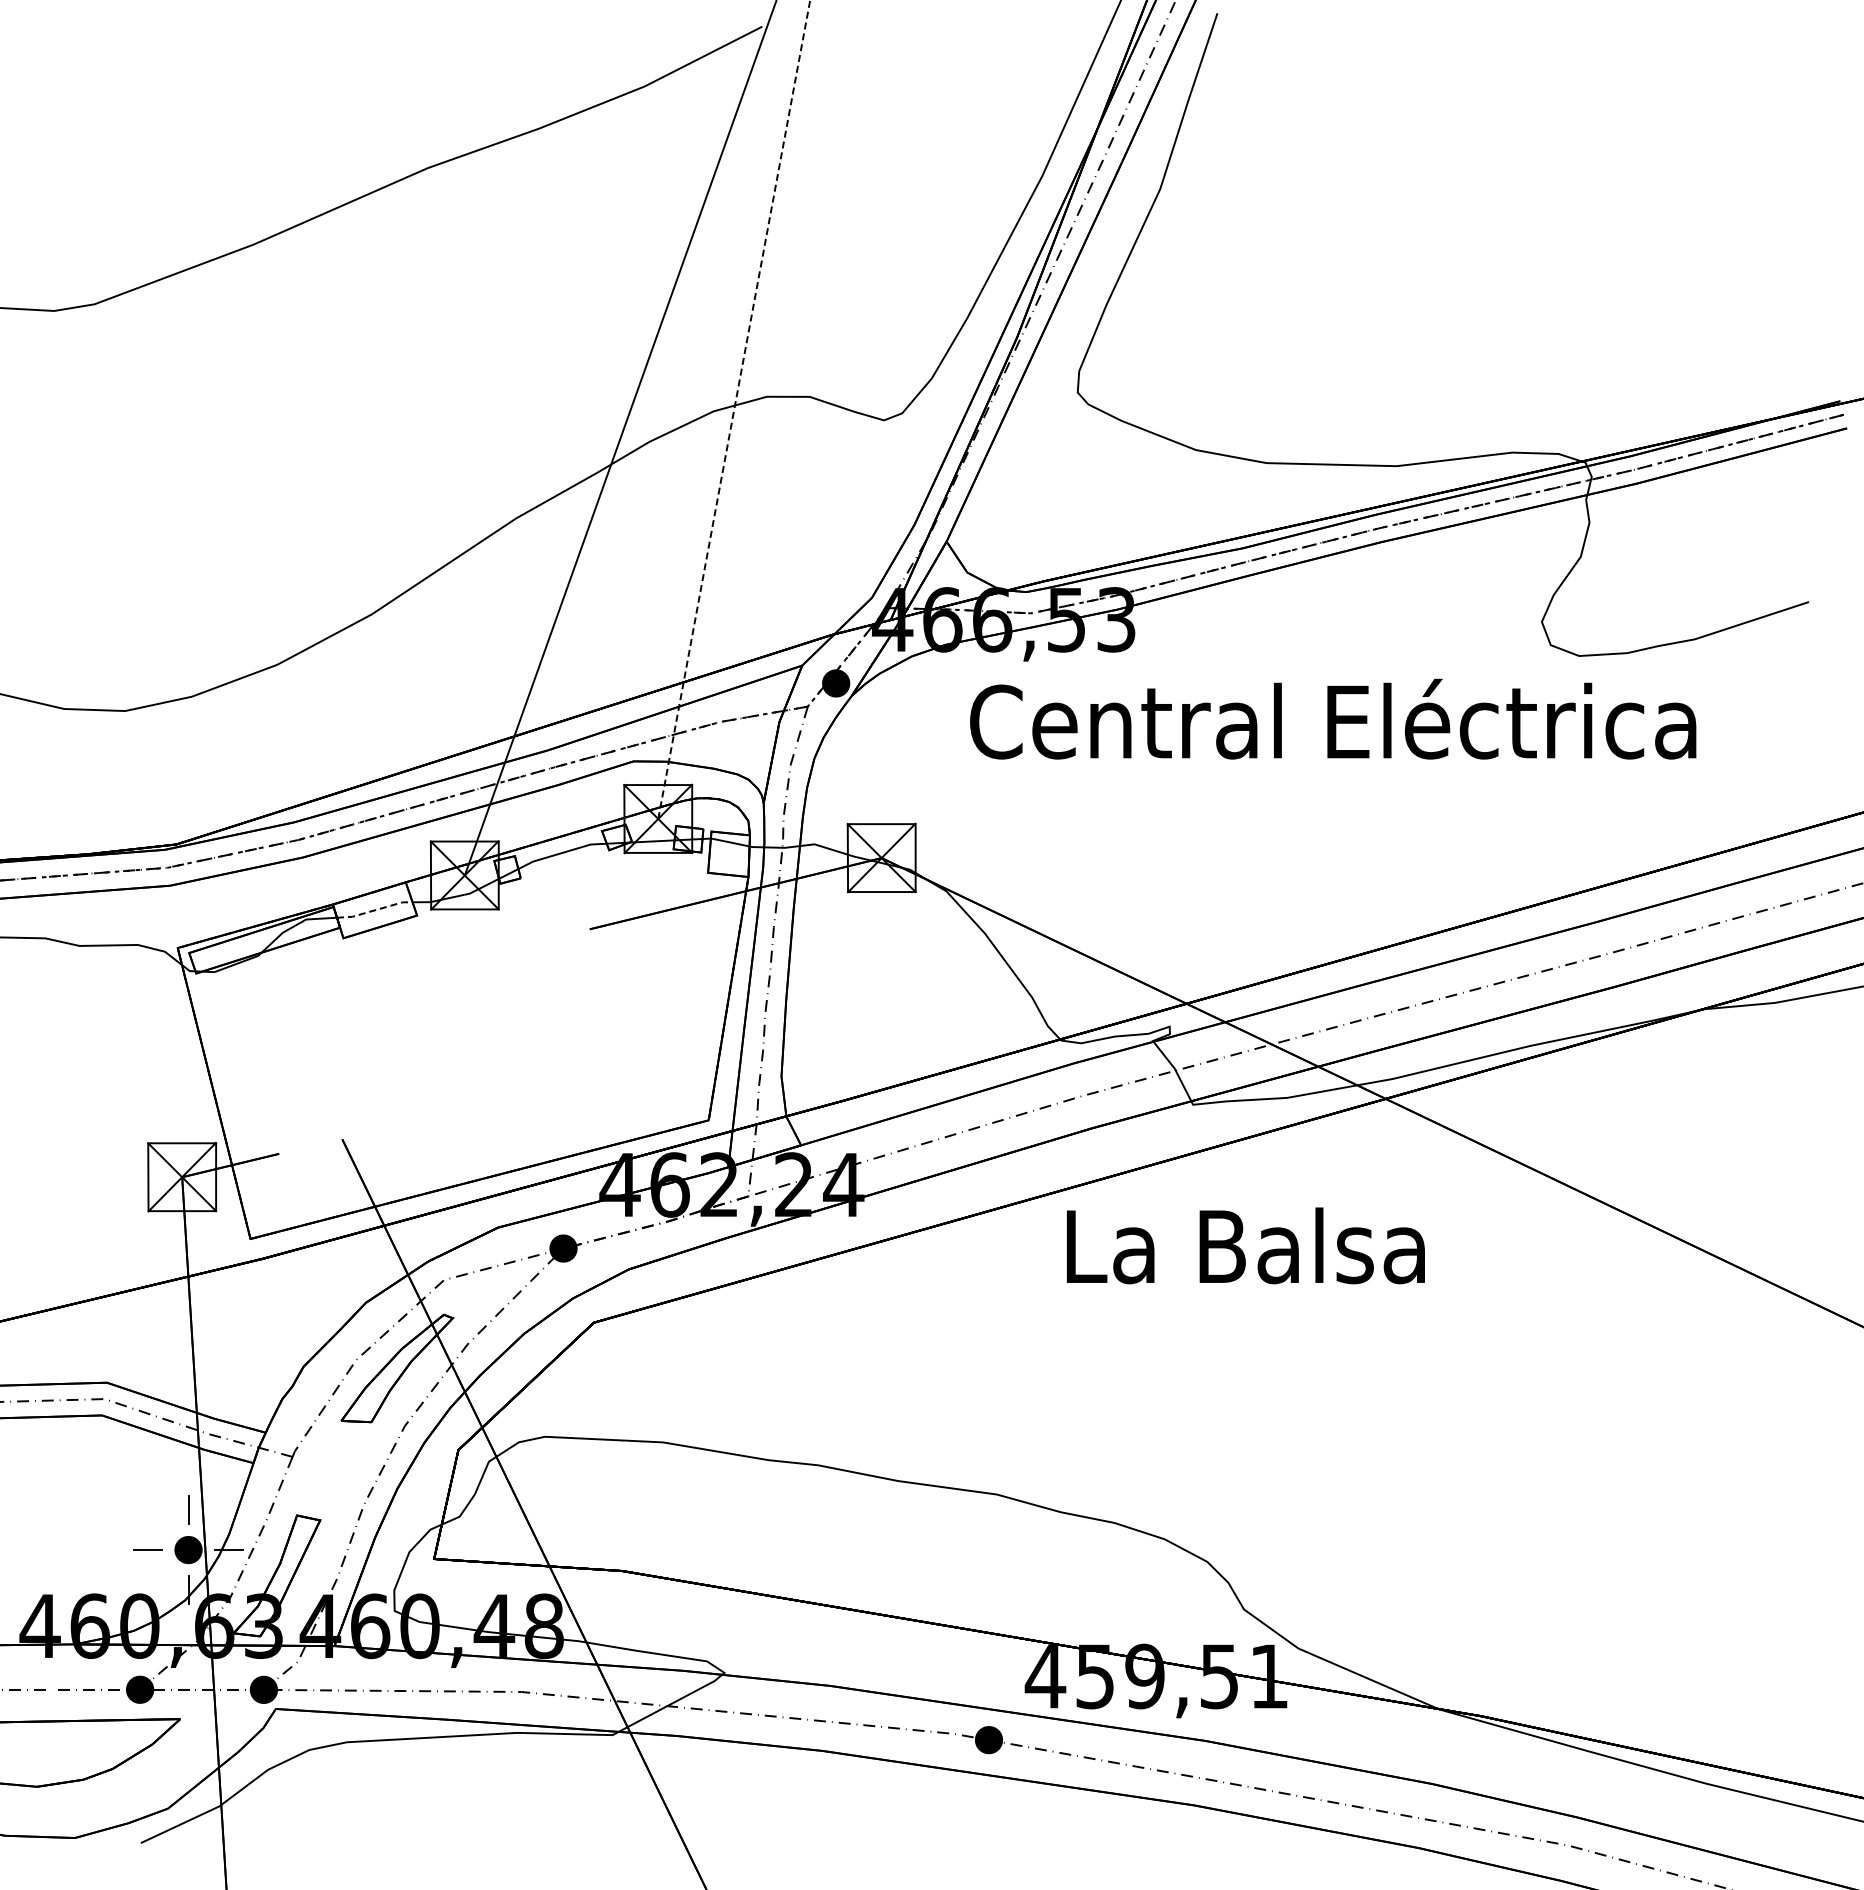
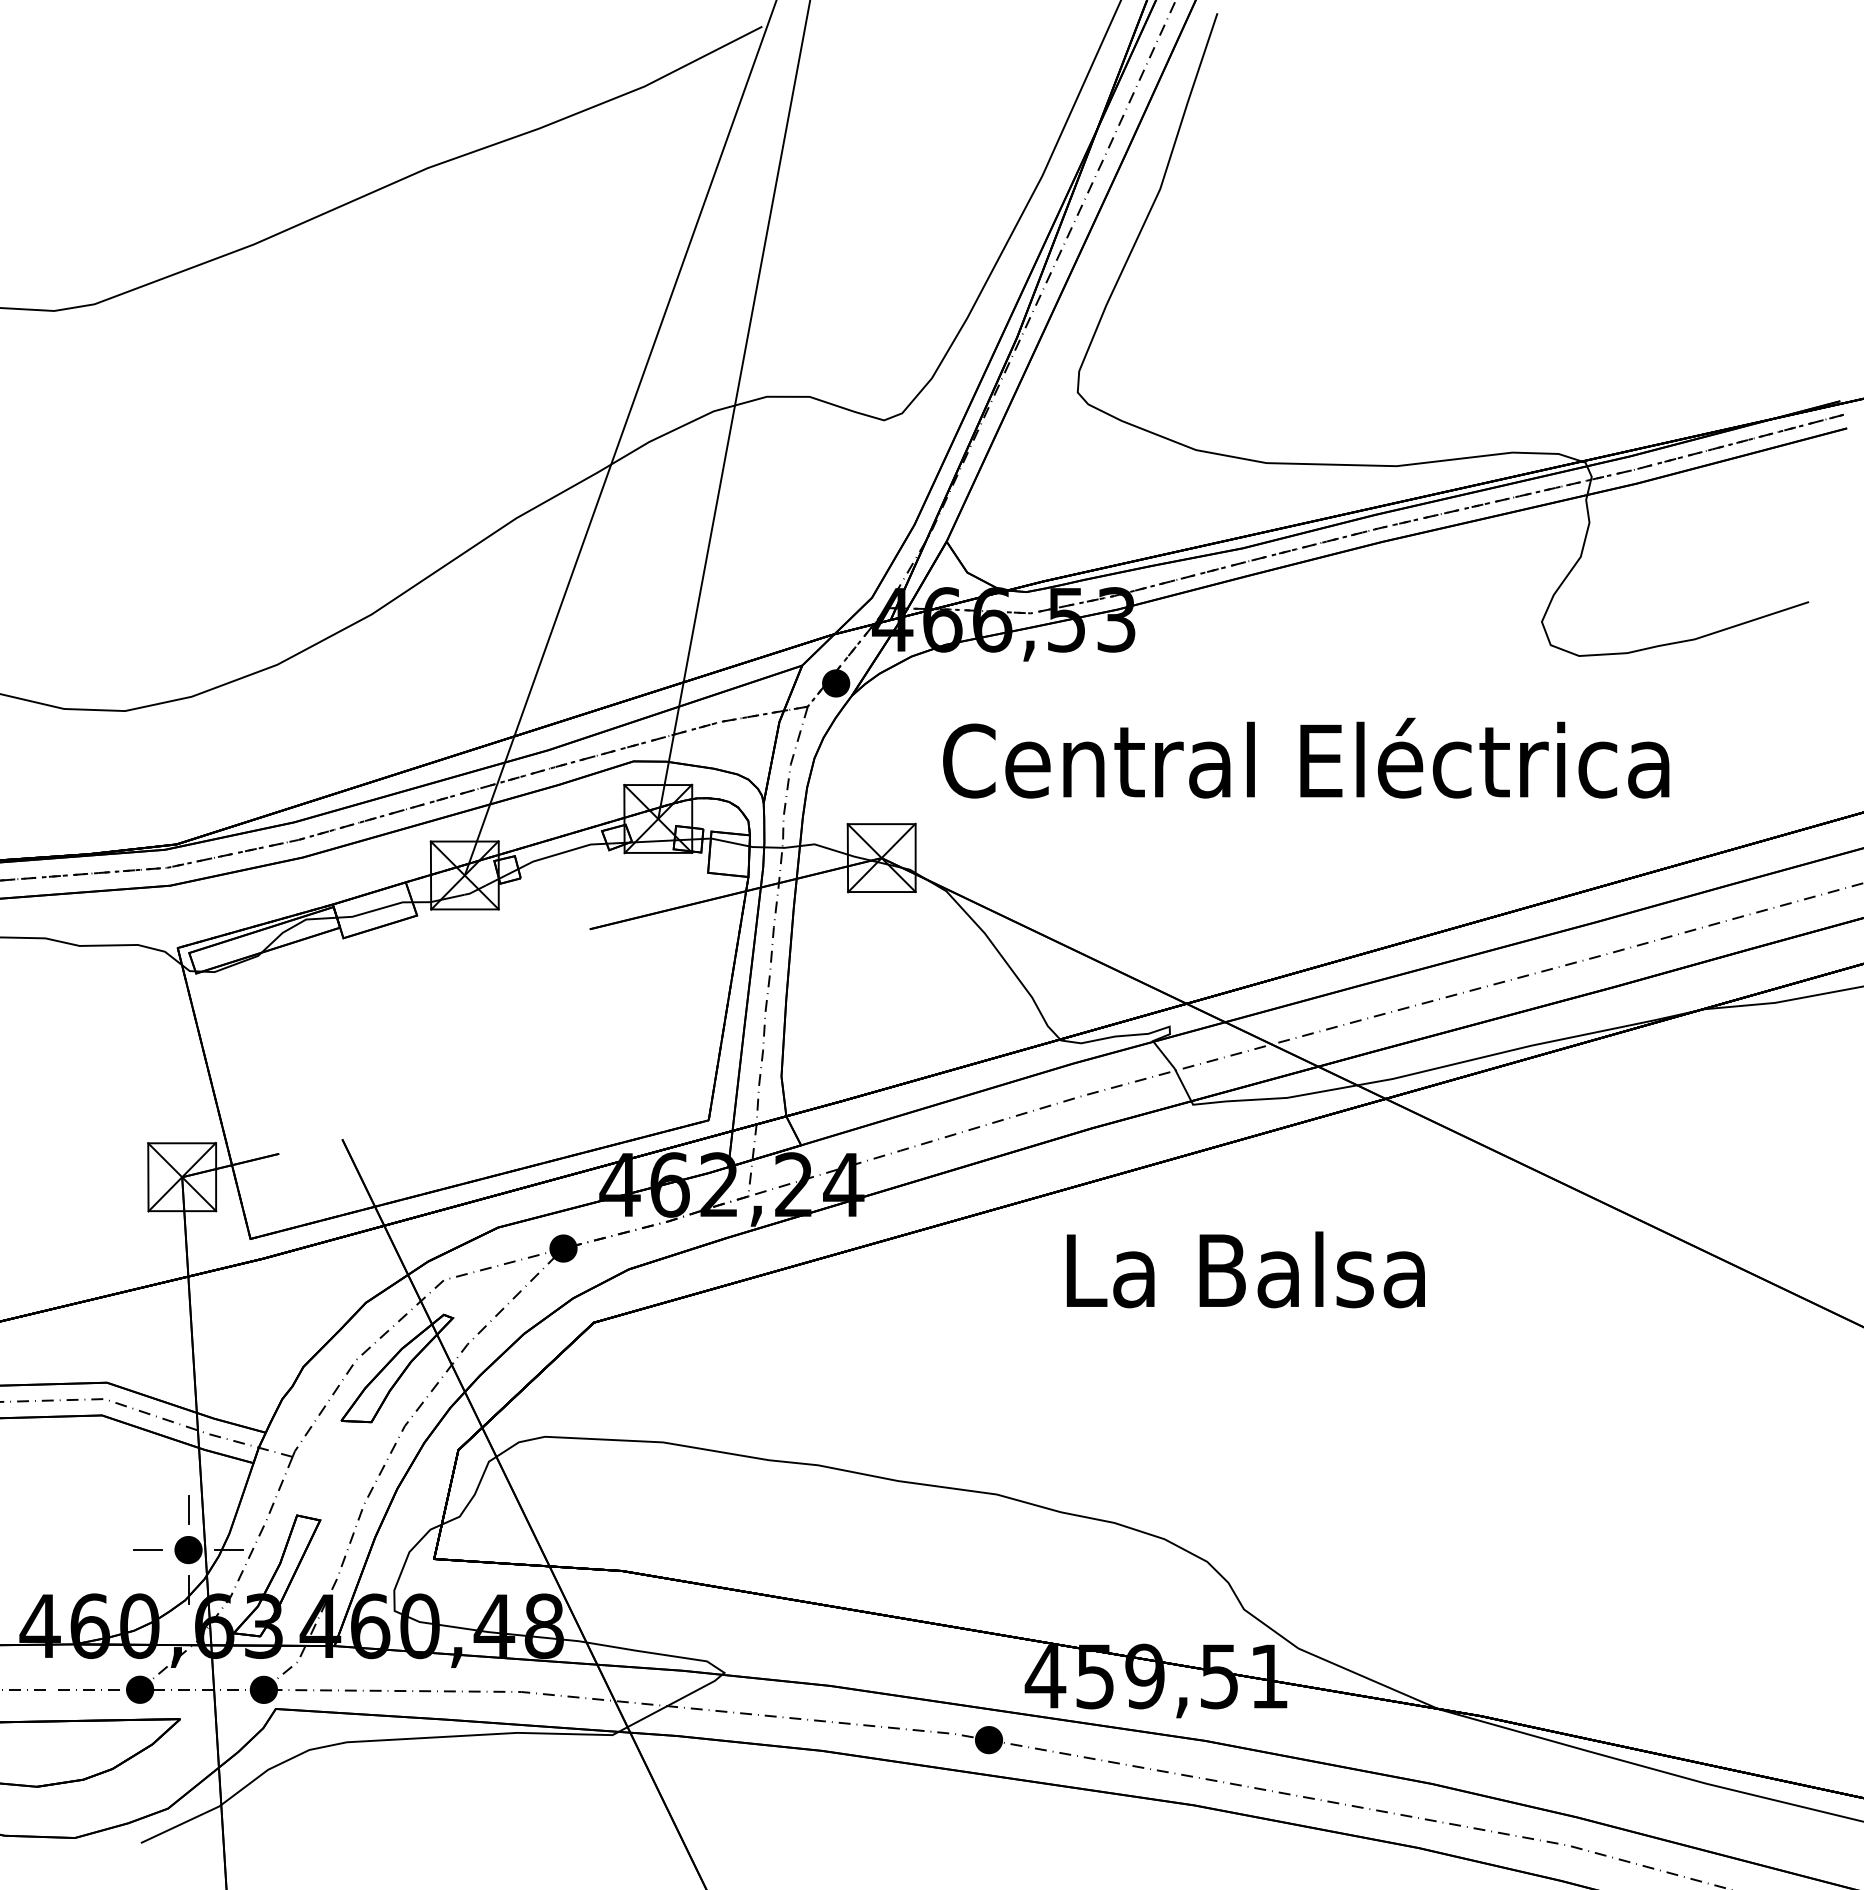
line at (734, 409): dashed -> solid
text at (1333, 718) position: (1333, 718) -> (1306, 757)
line at (375, 910): dashed -> solid
text at (1245, 1245) position: (1245, 1245) -> (1245, 1269)
